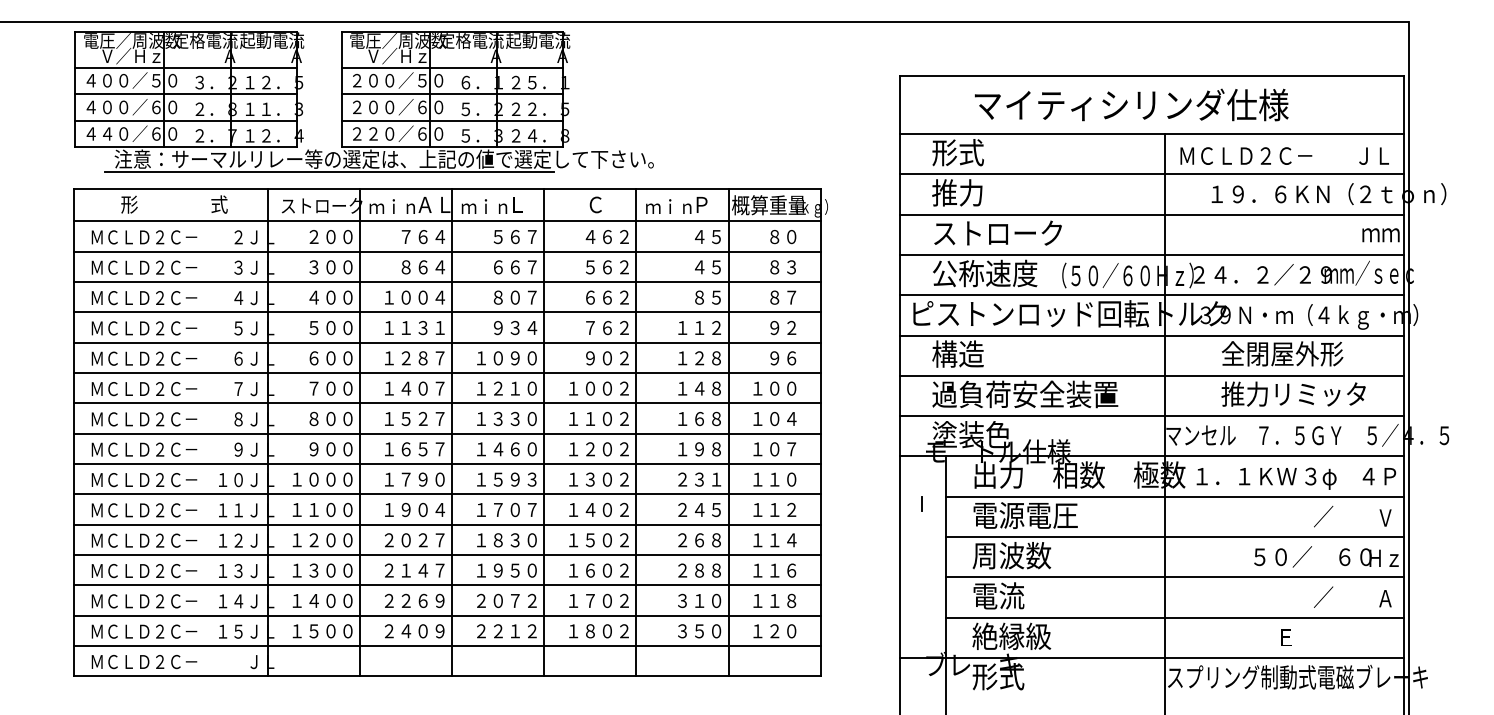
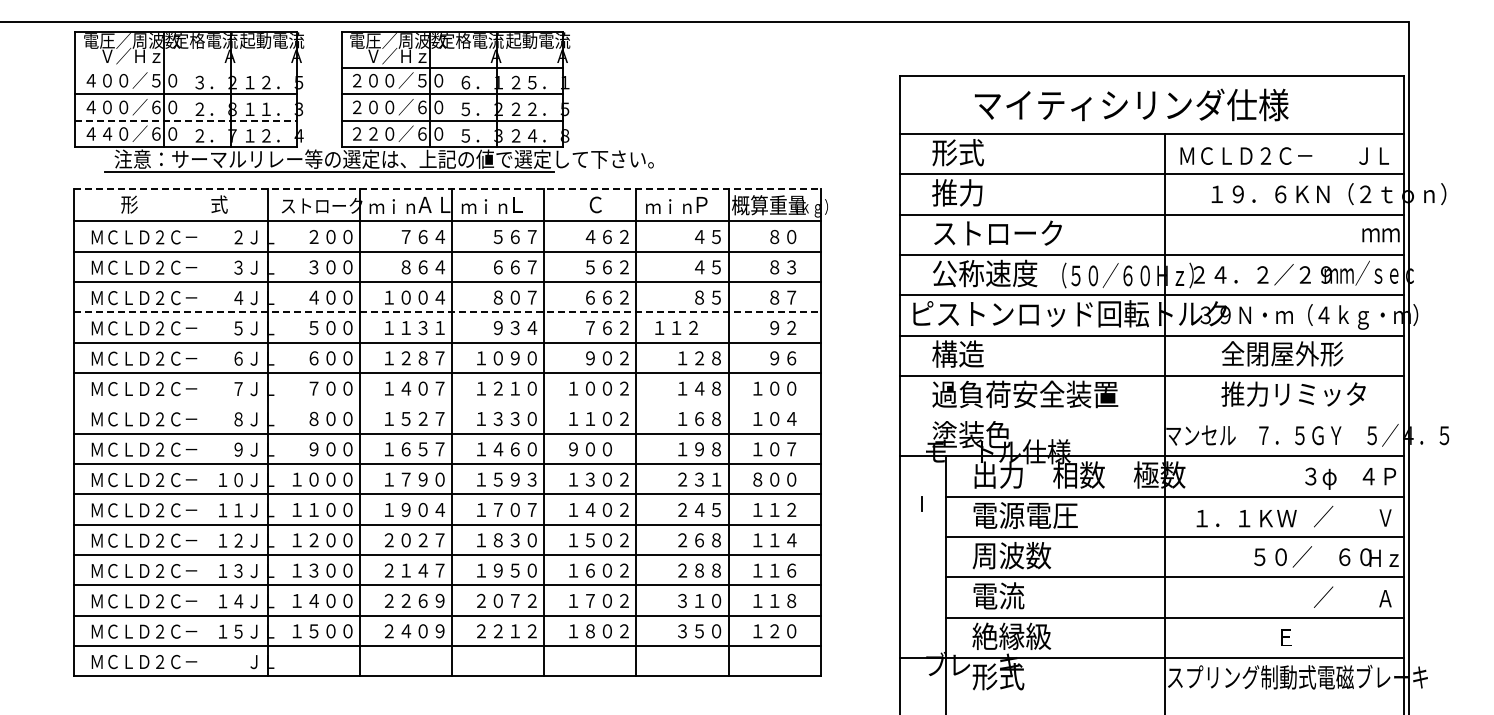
line at (186, 67): present -> none
line at (186, 120): solid -> dashed
line at (448, 189): solid -> dashed
line at (448, 312): solid -> dashed
text at (699, 327) position: (699, 327) -> (676, 327)
line at (447, 403): present -> none
line at (1151, 416): present -> none
text at (598, 449): １２０２ -> ９００
text at (1246, 476) position: (1246, 476) -> (1246, 518)
text at (766, 479): １１０ -> ８００
